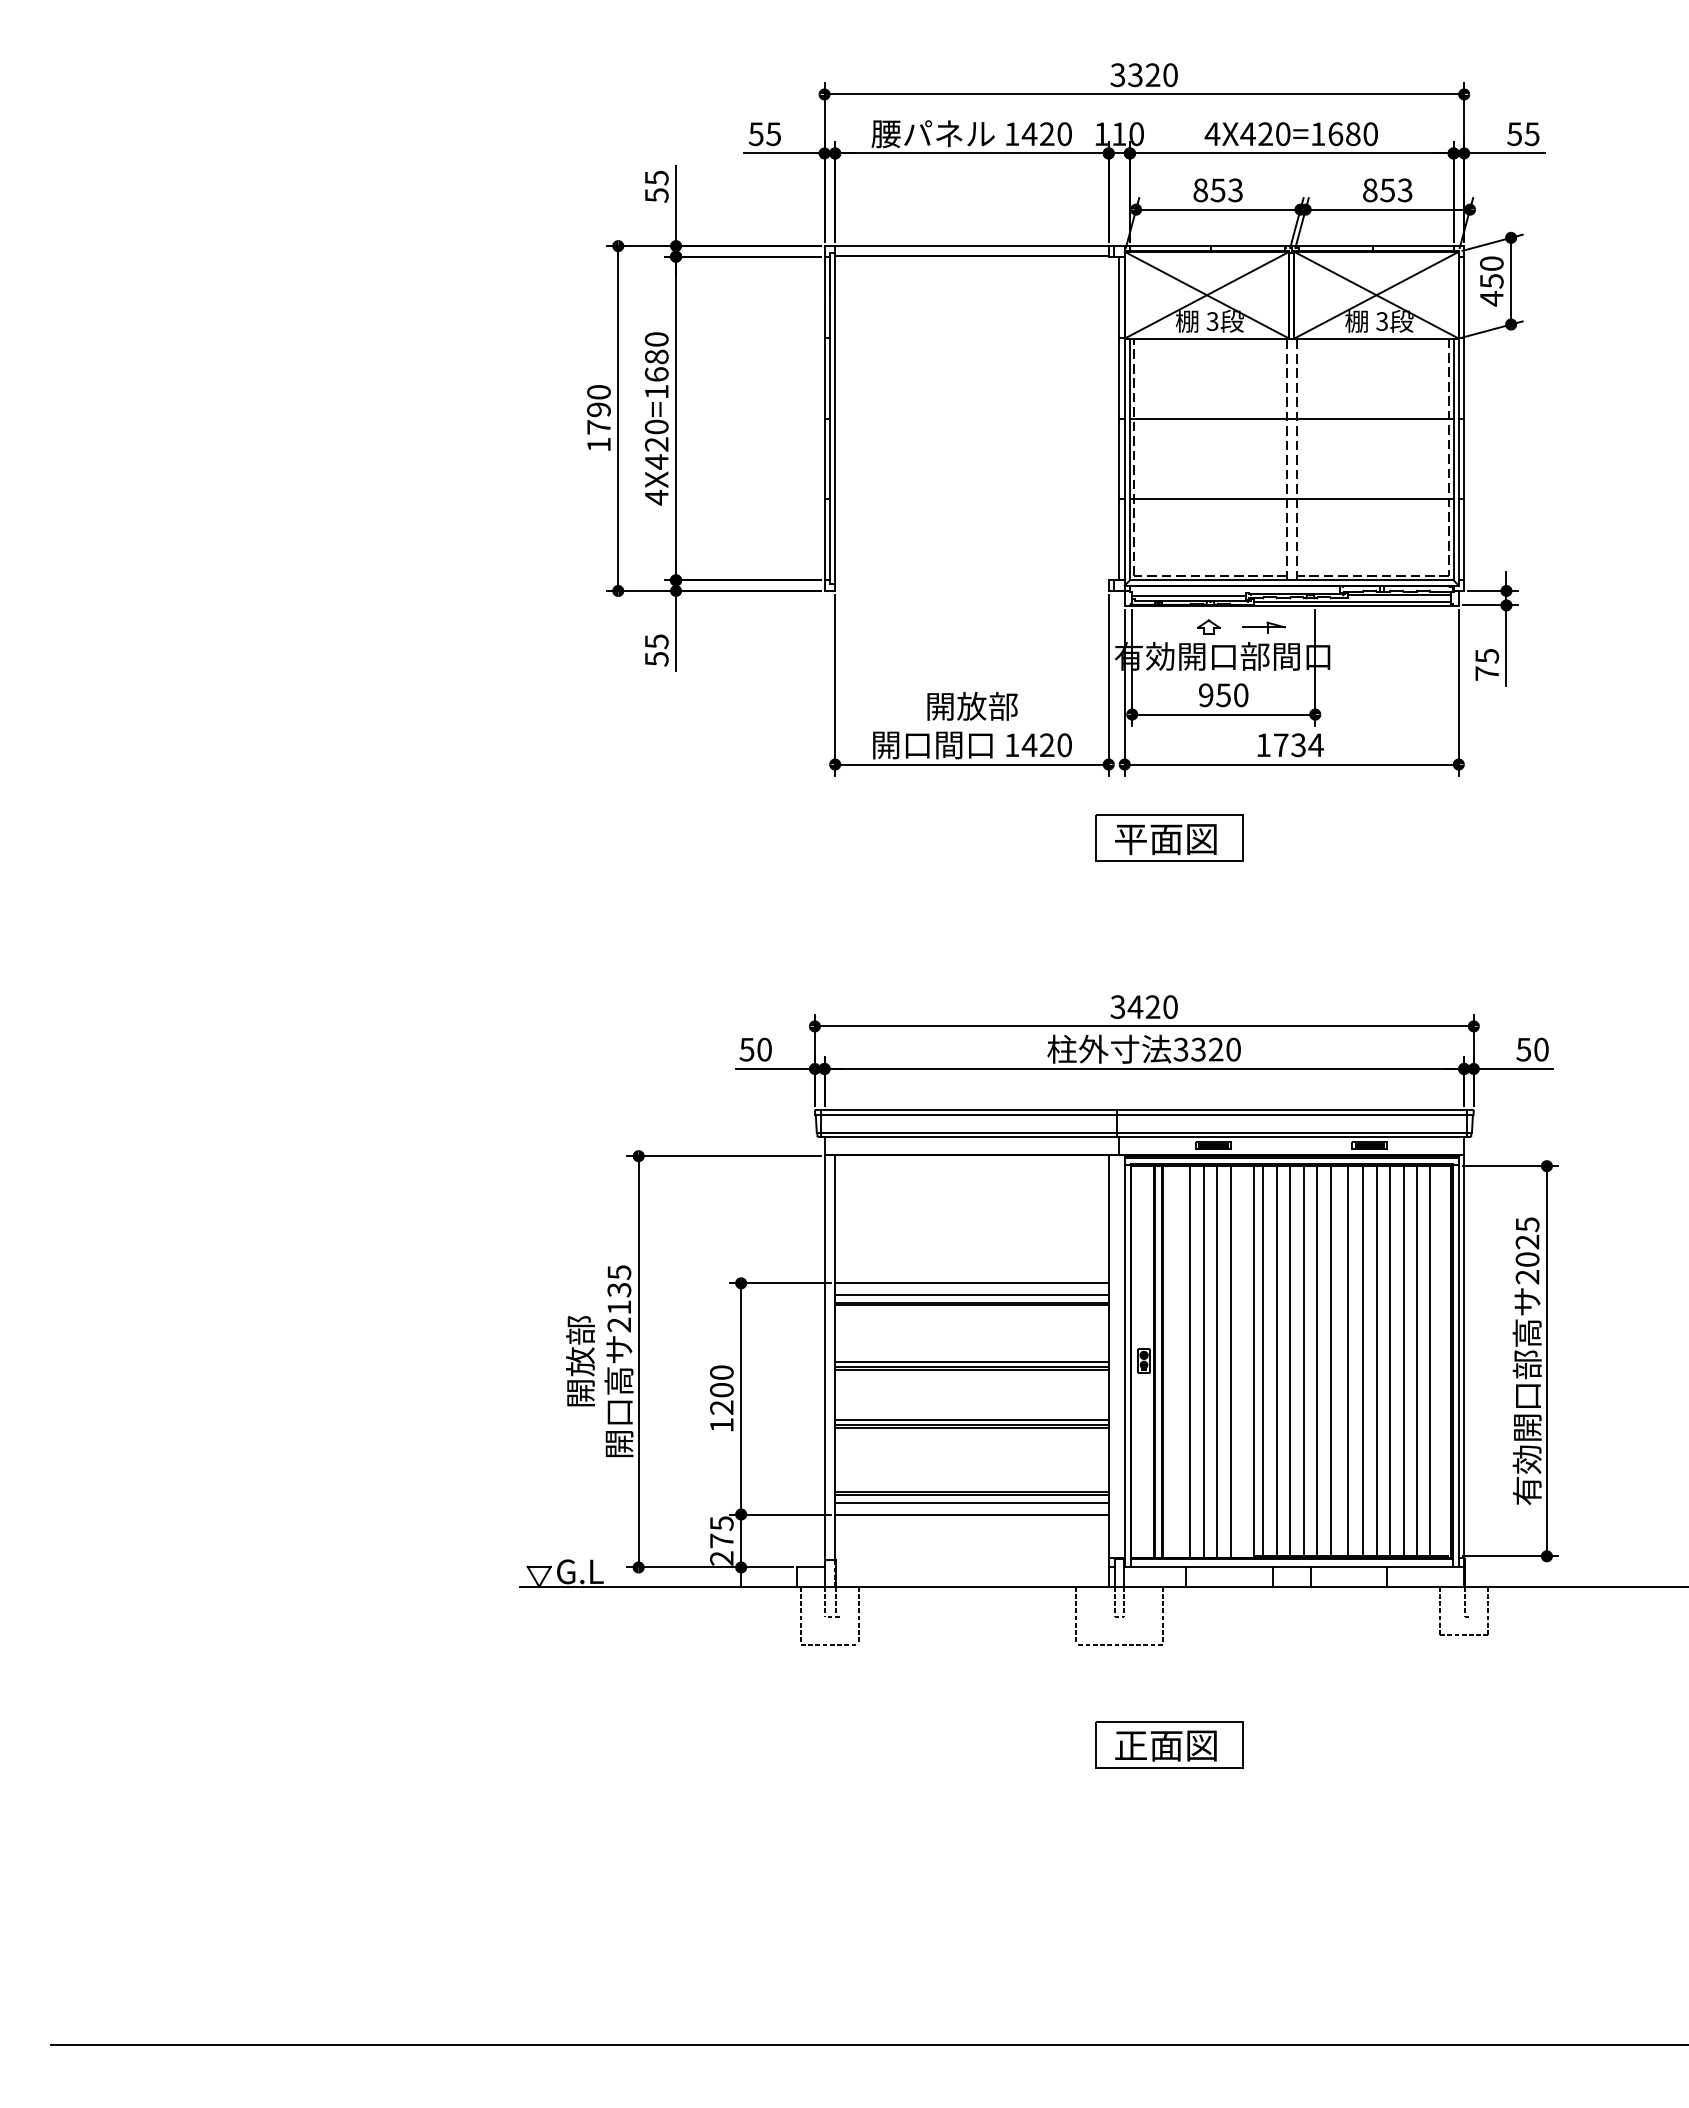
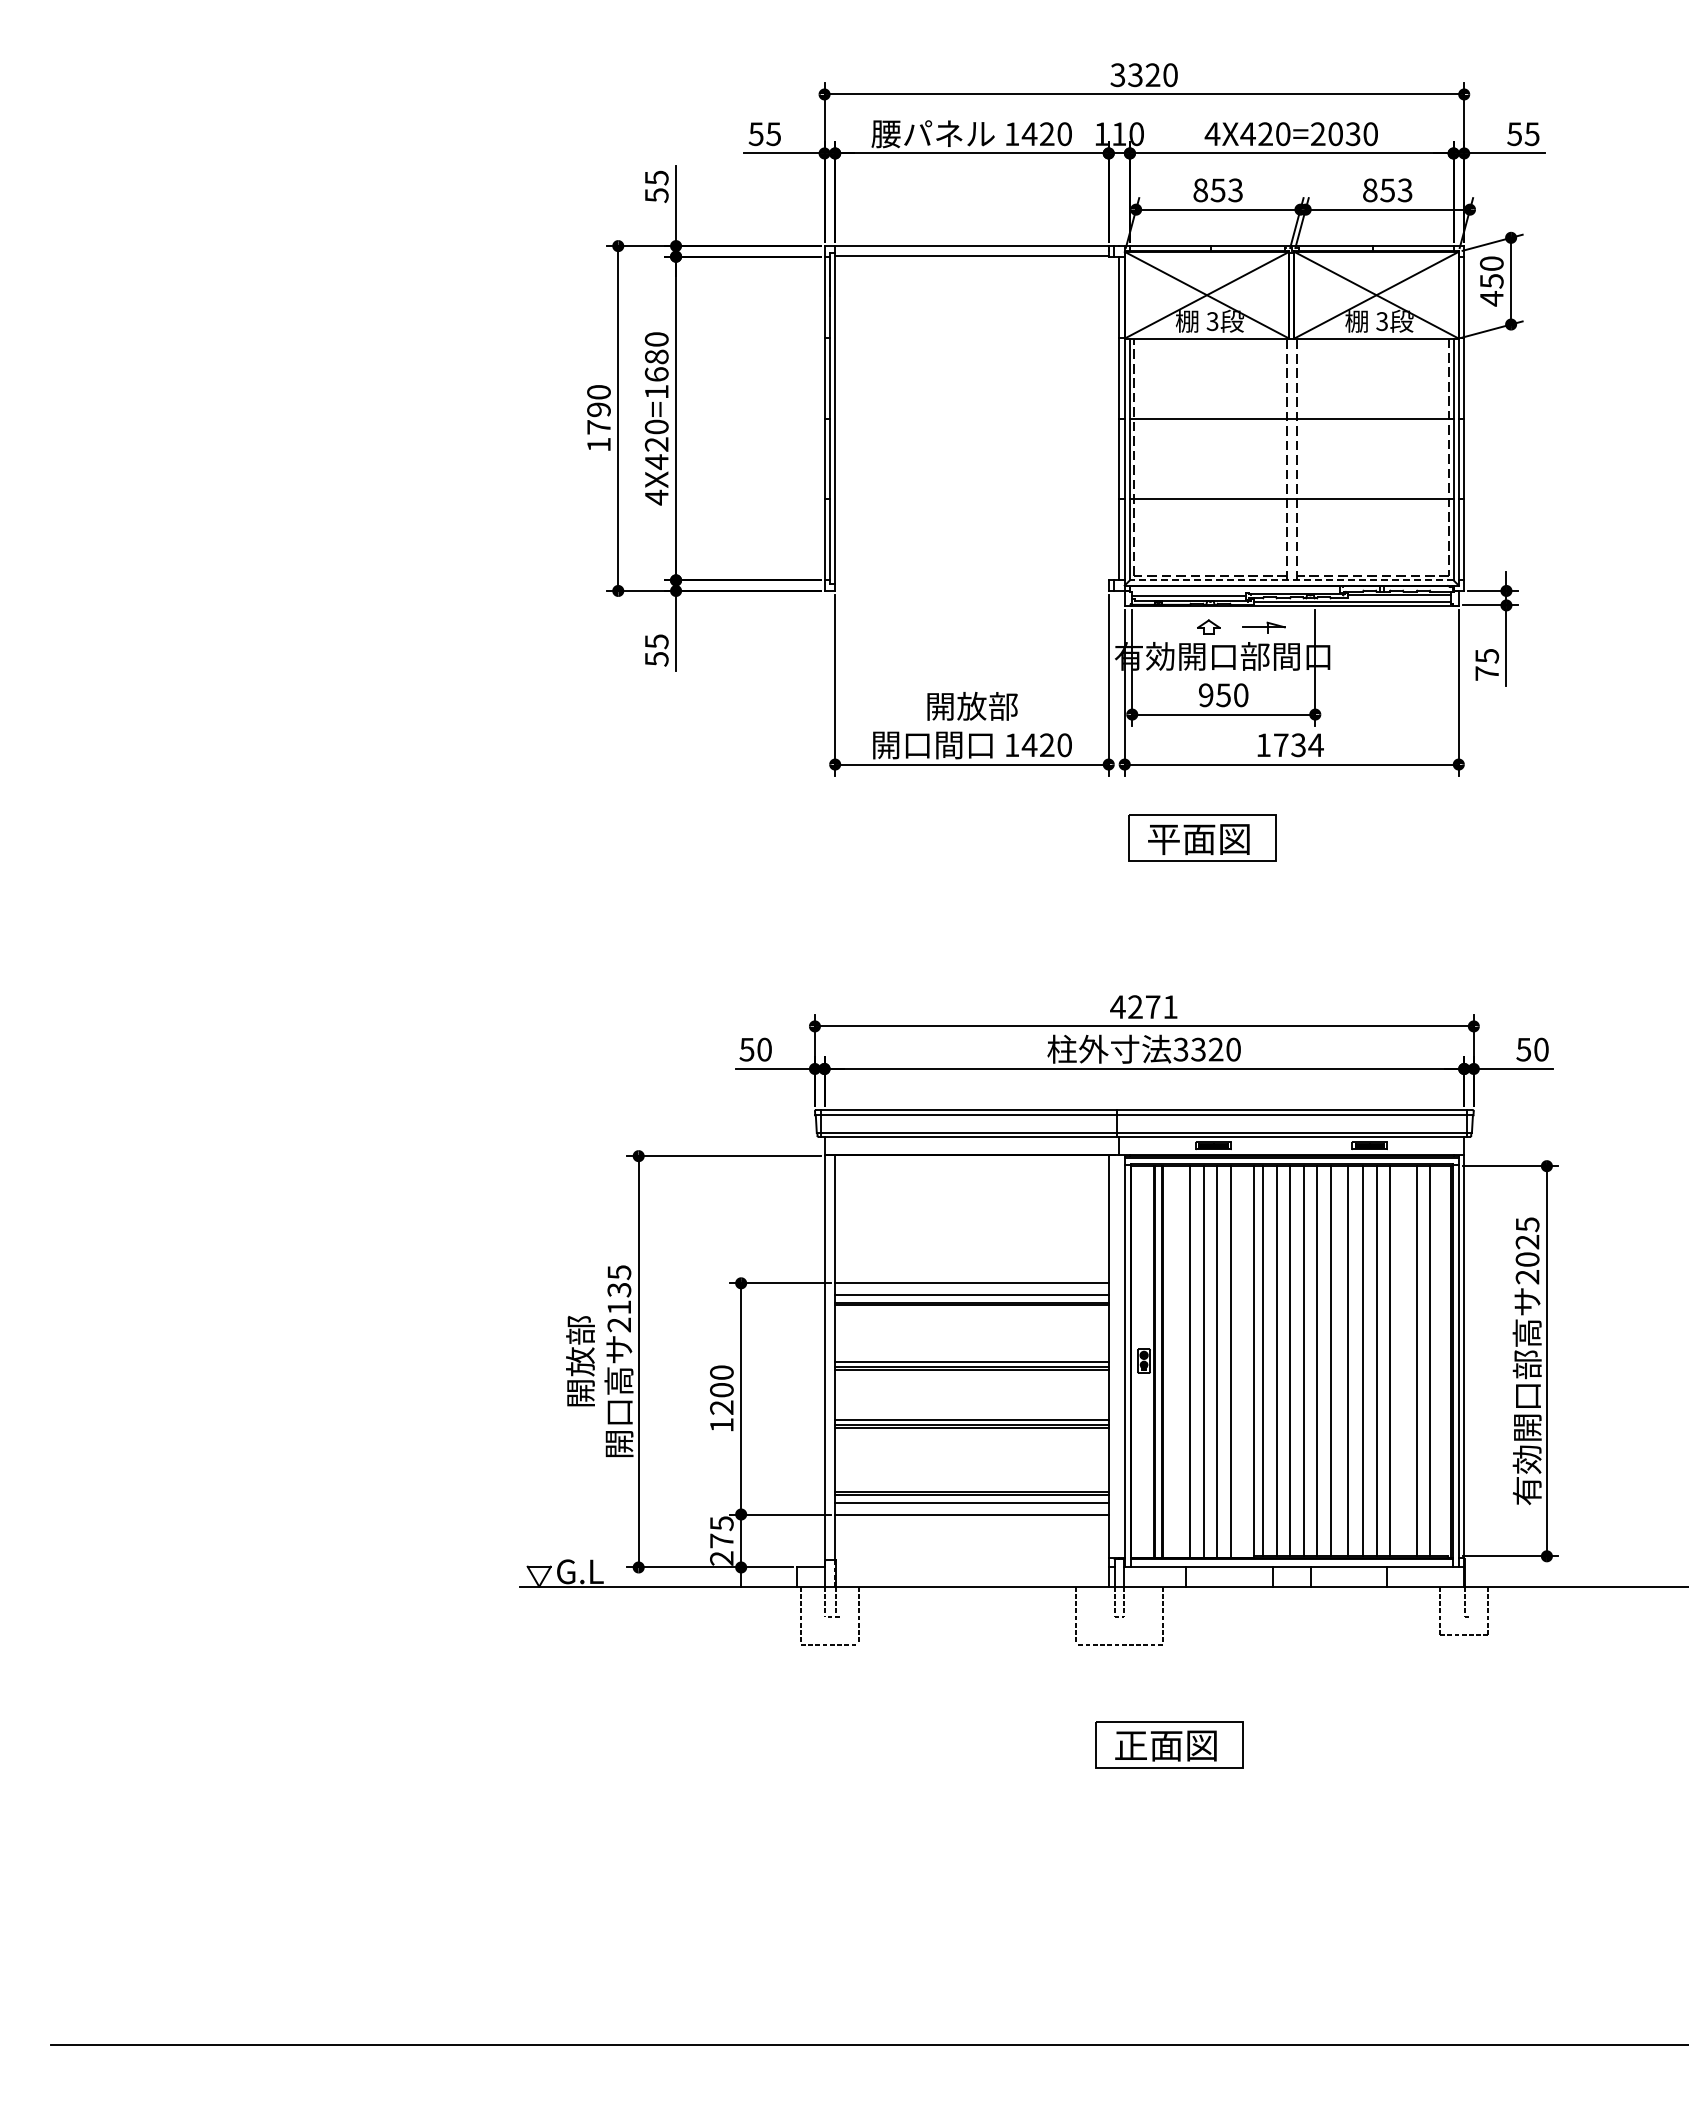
text at (1335, 133): 4X420=1680 -> 4X420=2030
line at (1291, 580): solid -> dashed
part at (1169, 837) position: (1169, 837) -> (1202, 837)
text at (1143, 1007): 3420 -> 4271
line at (1403, 1361): present -> none
